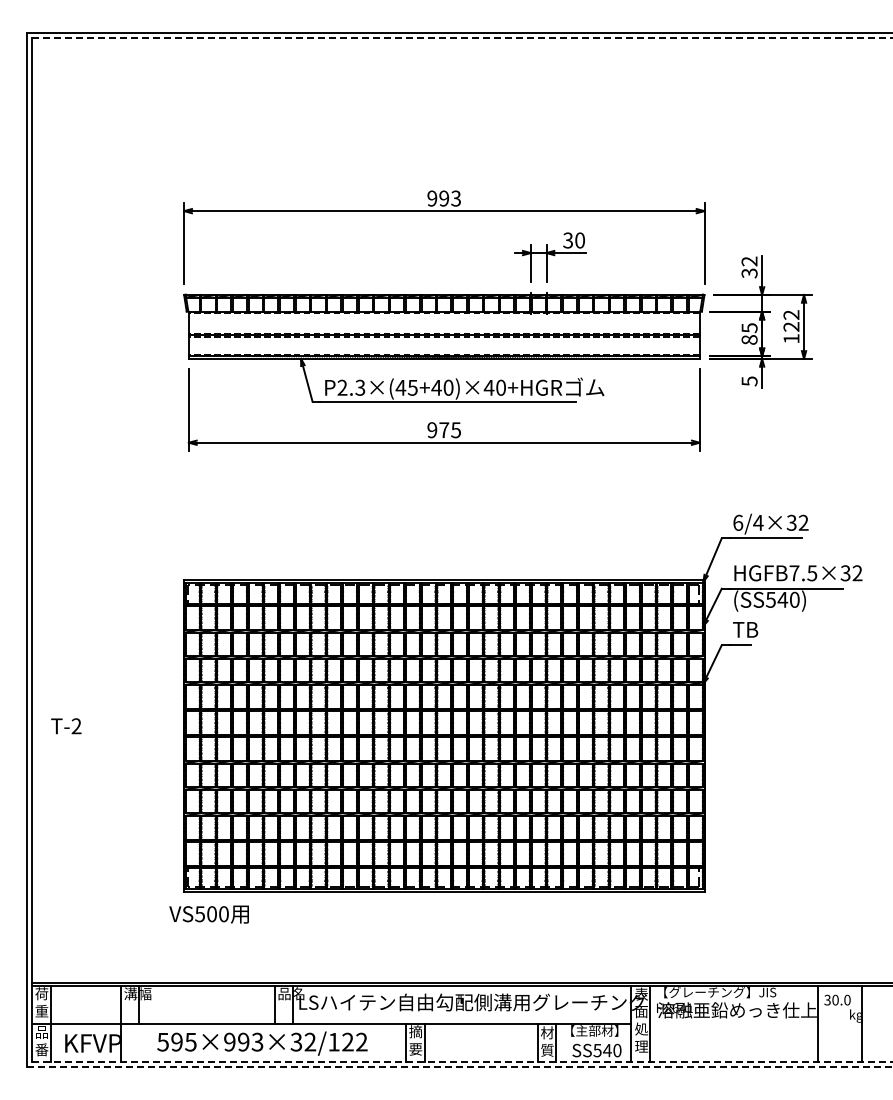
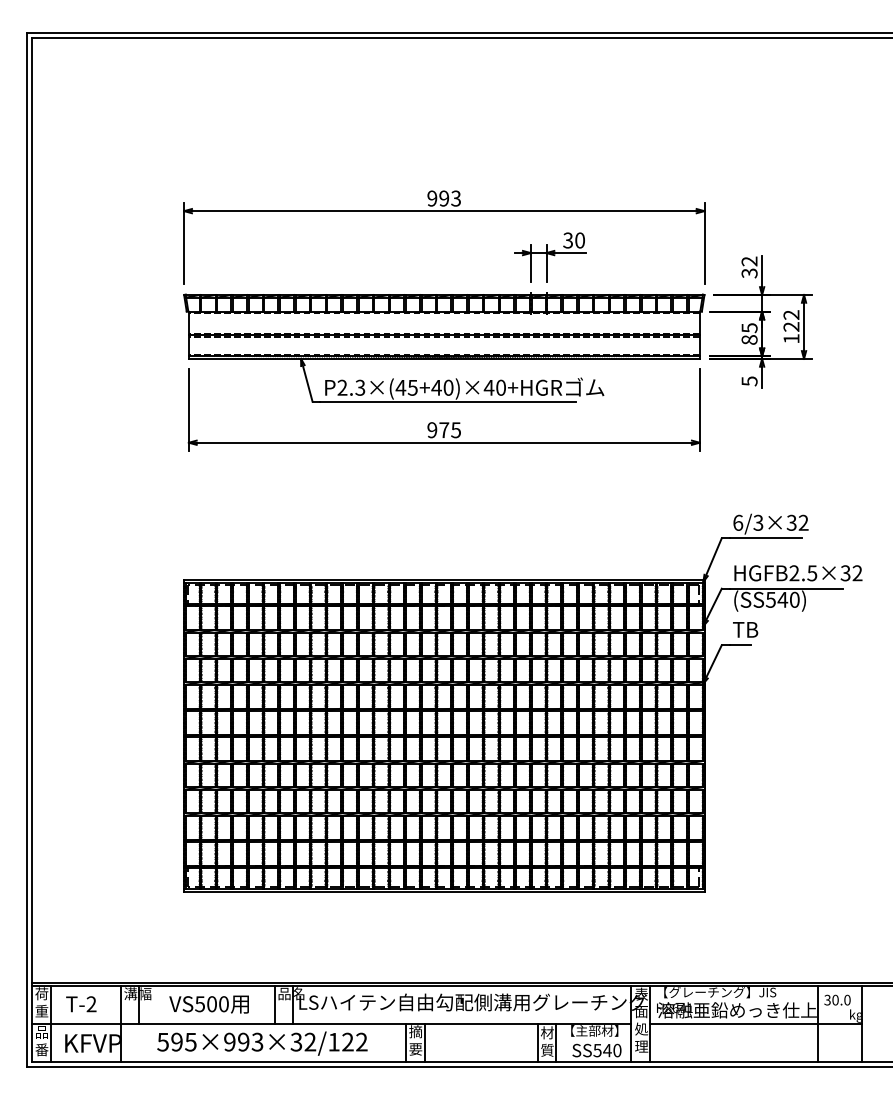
line at (463, 37): dashed -> solid
text at (758, 522): 6/4×32 -> 6/3×32
text at (794, 573): HGFB7.5×32 -> HGFB2.5×32
text at (66, 726) position: (66, 726) -> (81, 1004)
text at (208, 914) position: (208, 914) -> (208, 1004)
line at (755, 1023): none -> present
line at (463, 1061): dashed -> solid
line at (459, 1067): dashed -> solid
